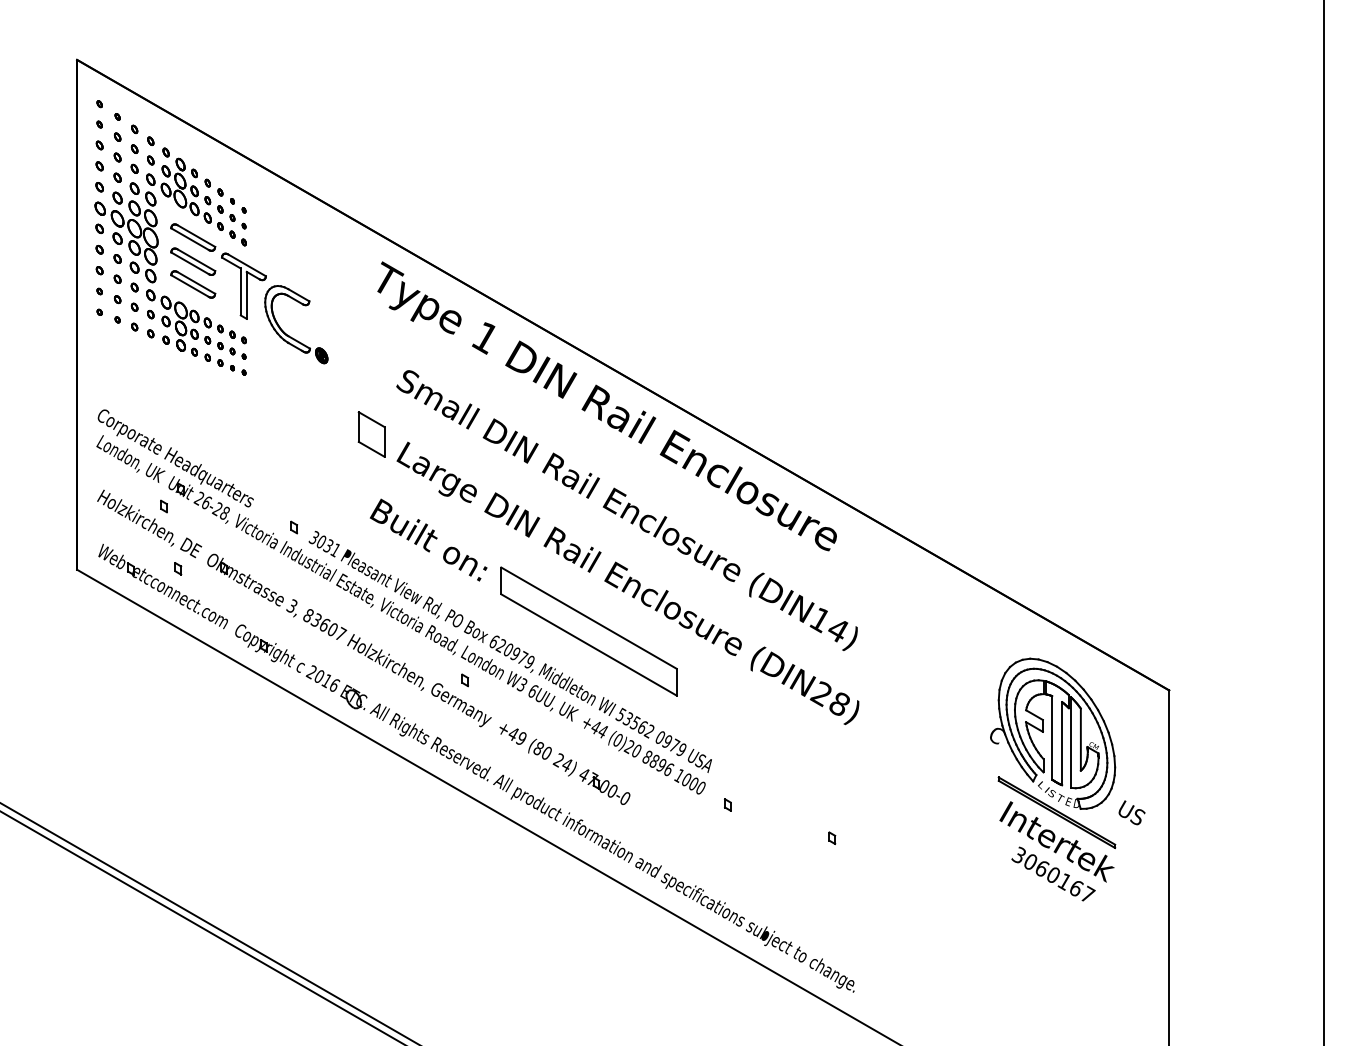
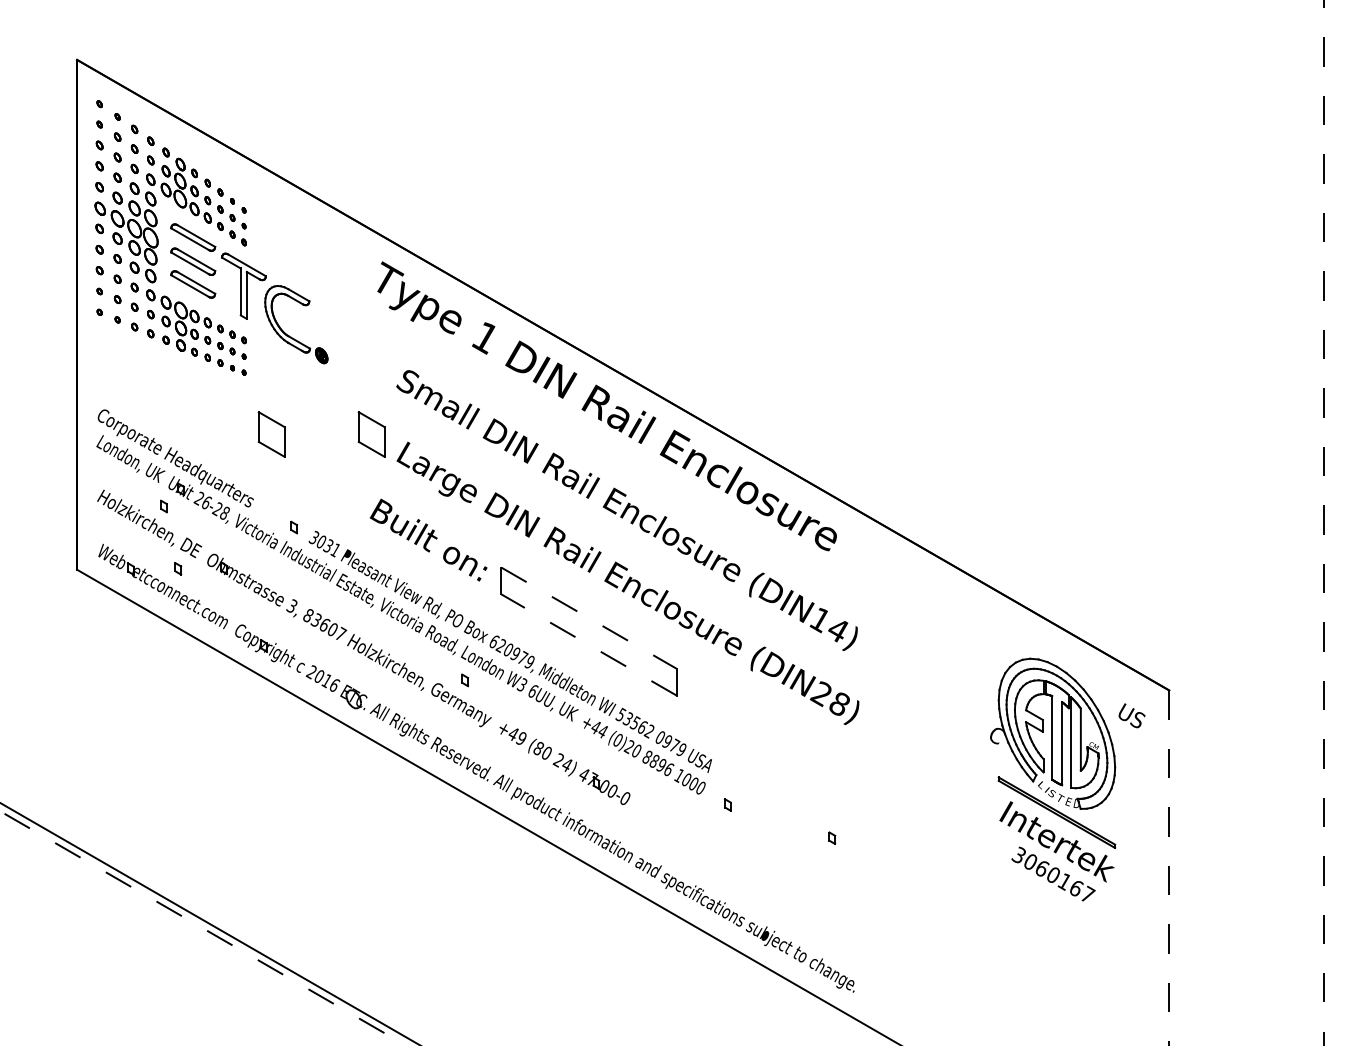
part at (271, 434): none -> present
line at (1324, 522): solid -> dashed
line at (589, 618): solid -> dashed
line at (588, 644): solid -> dashed
text at (1131, 812) position: (1131, 812) -> (1131, 715)
line at (1169, 868): solid -> dashed
line at (203, 928): solid -> dashed
